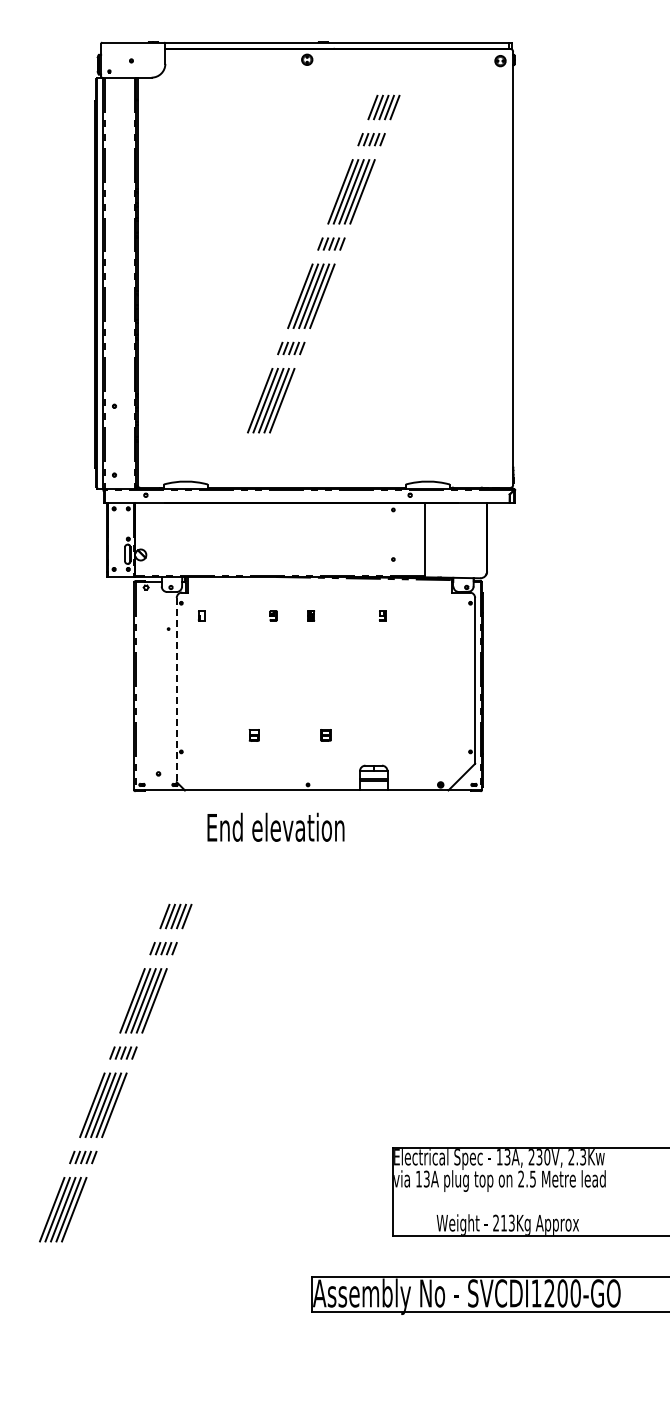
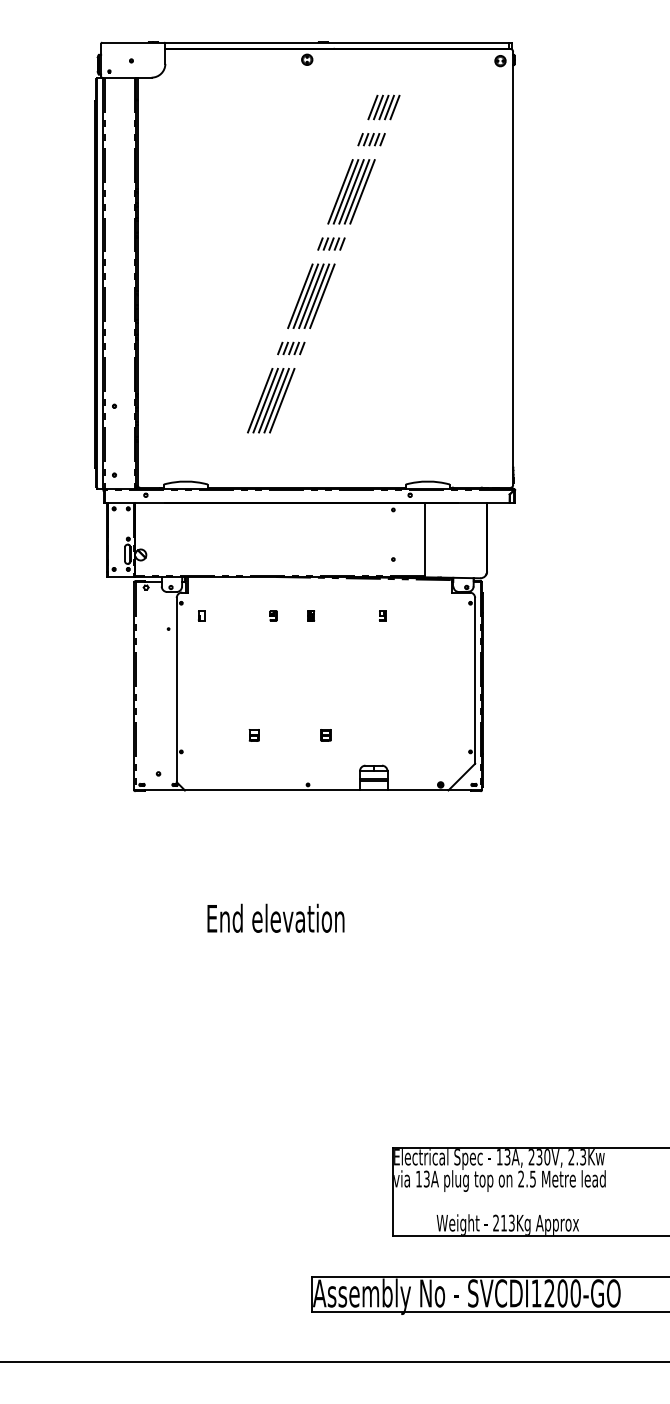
line at (176, 690): dashed -> solid
text at (275, 826) position: (275, 826) -> (275, 917)
part at (115, 1072): present -> none
line at (334, 1361): none -> present
